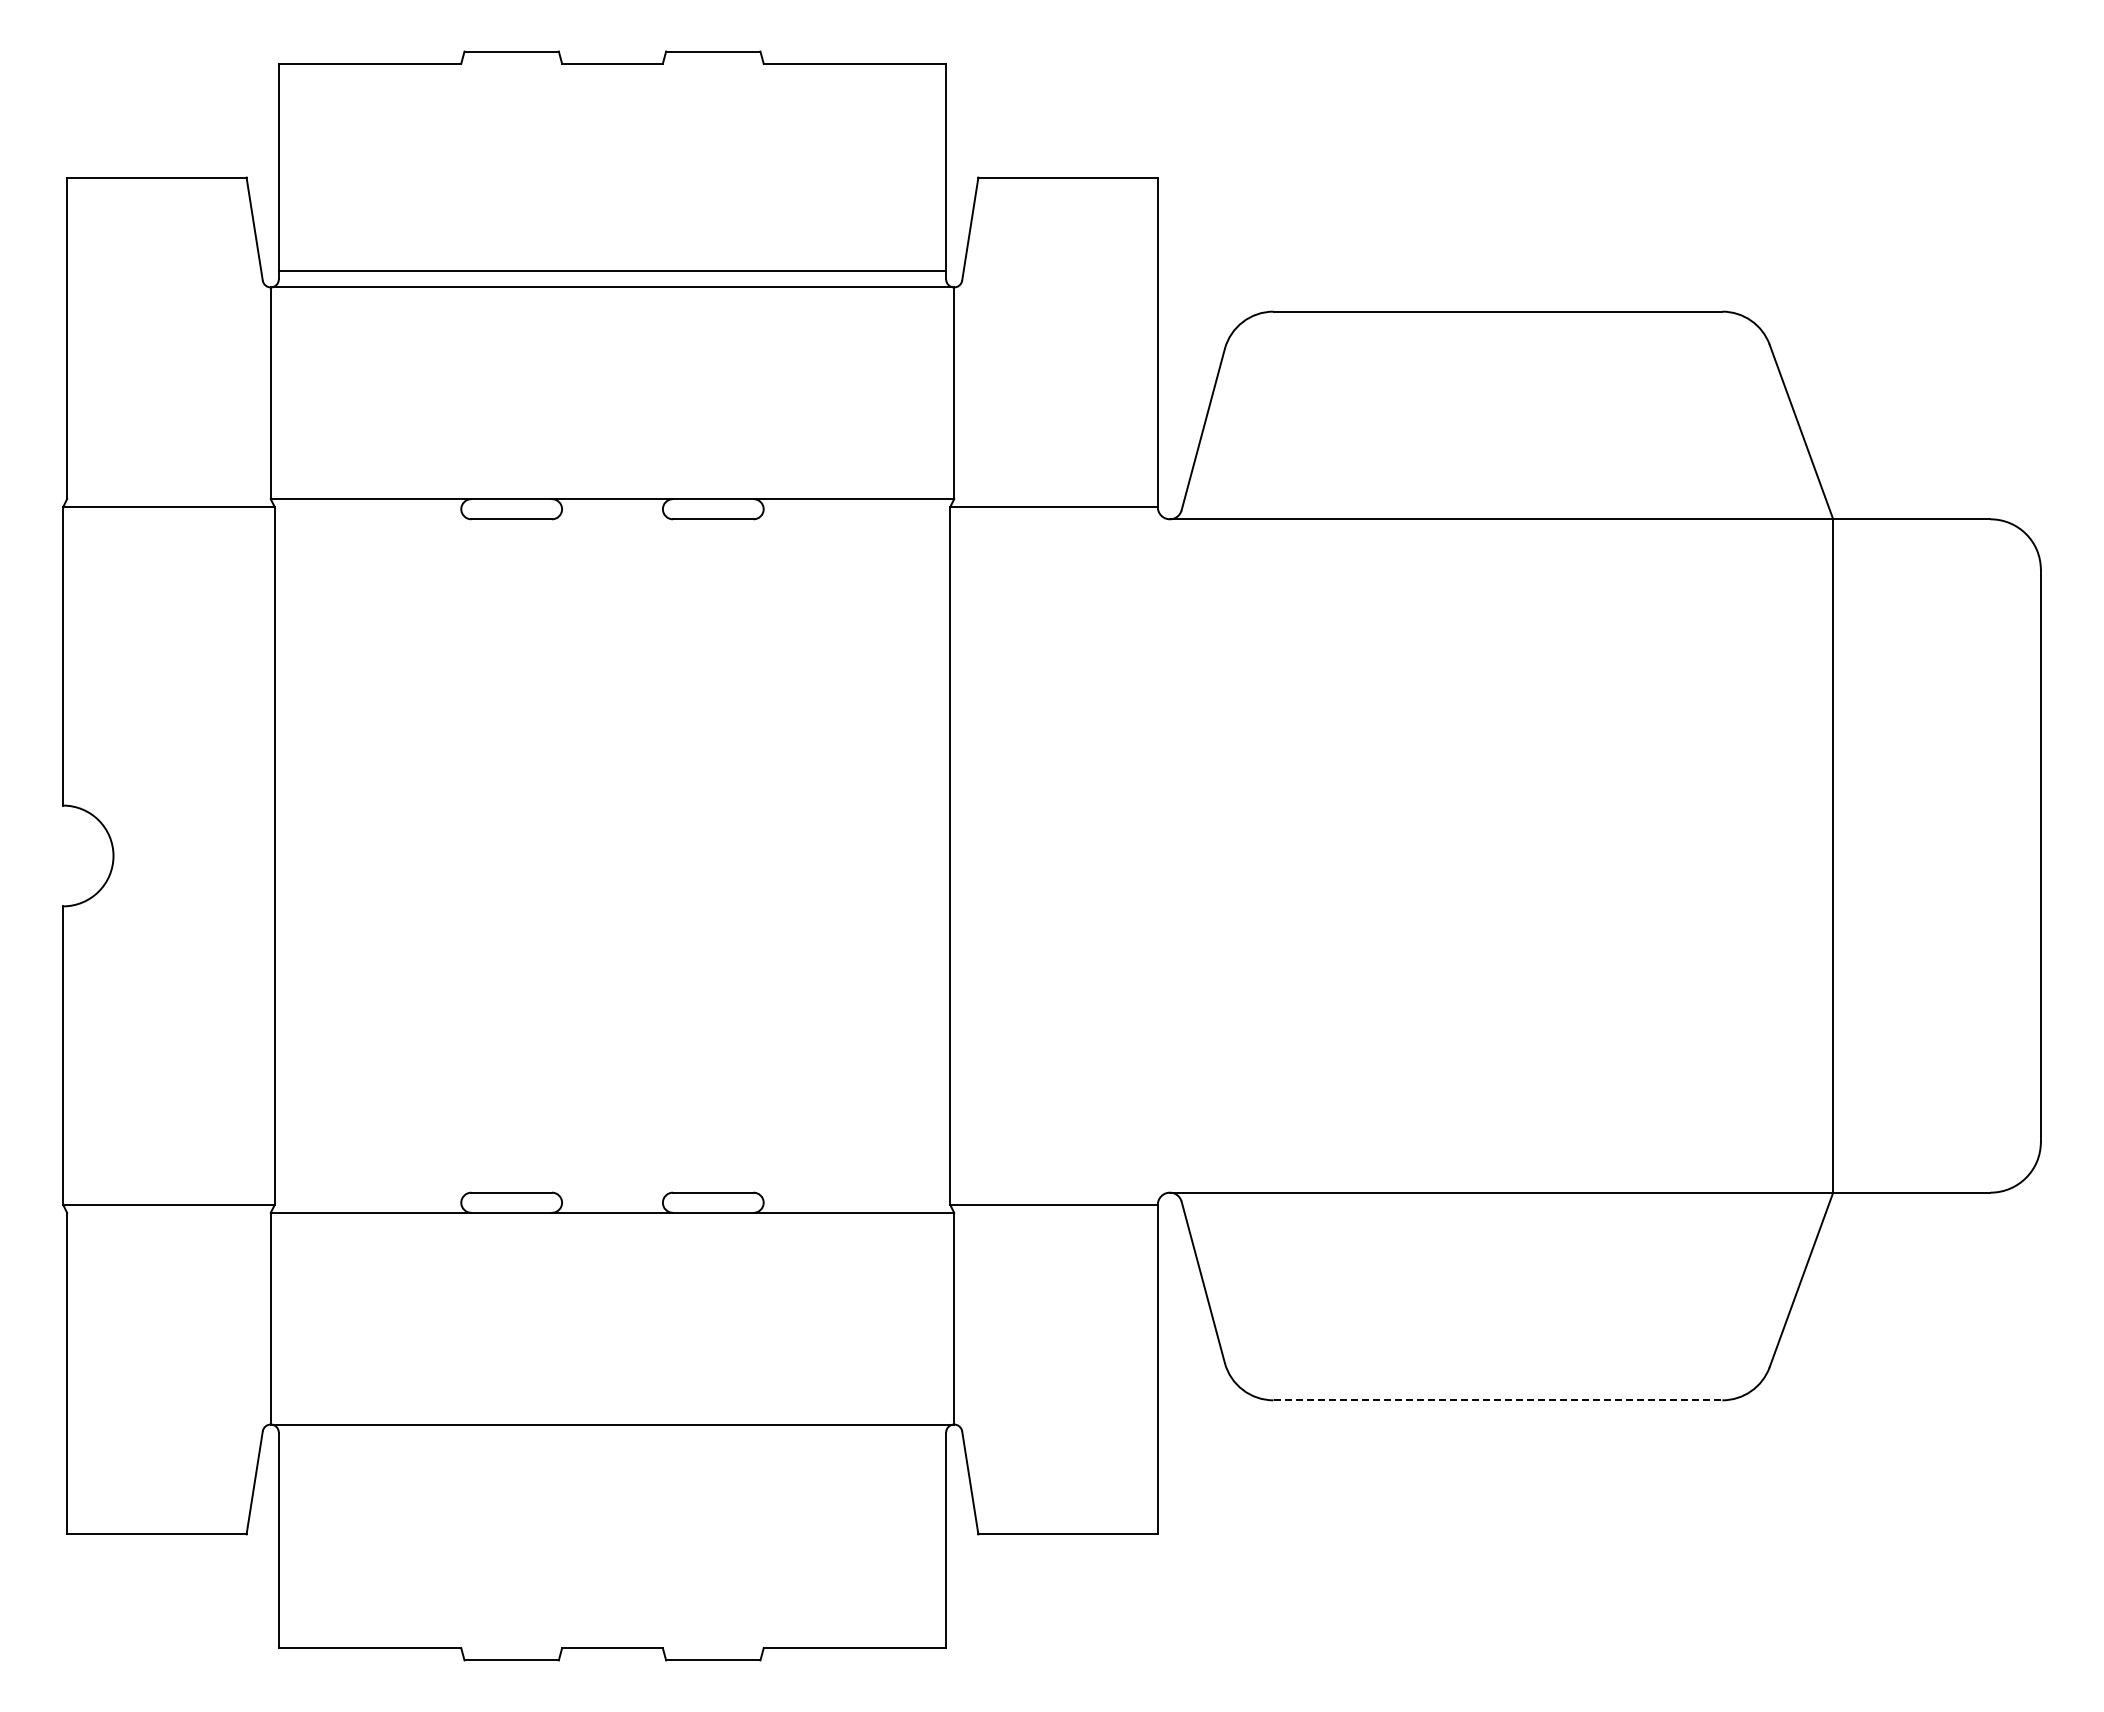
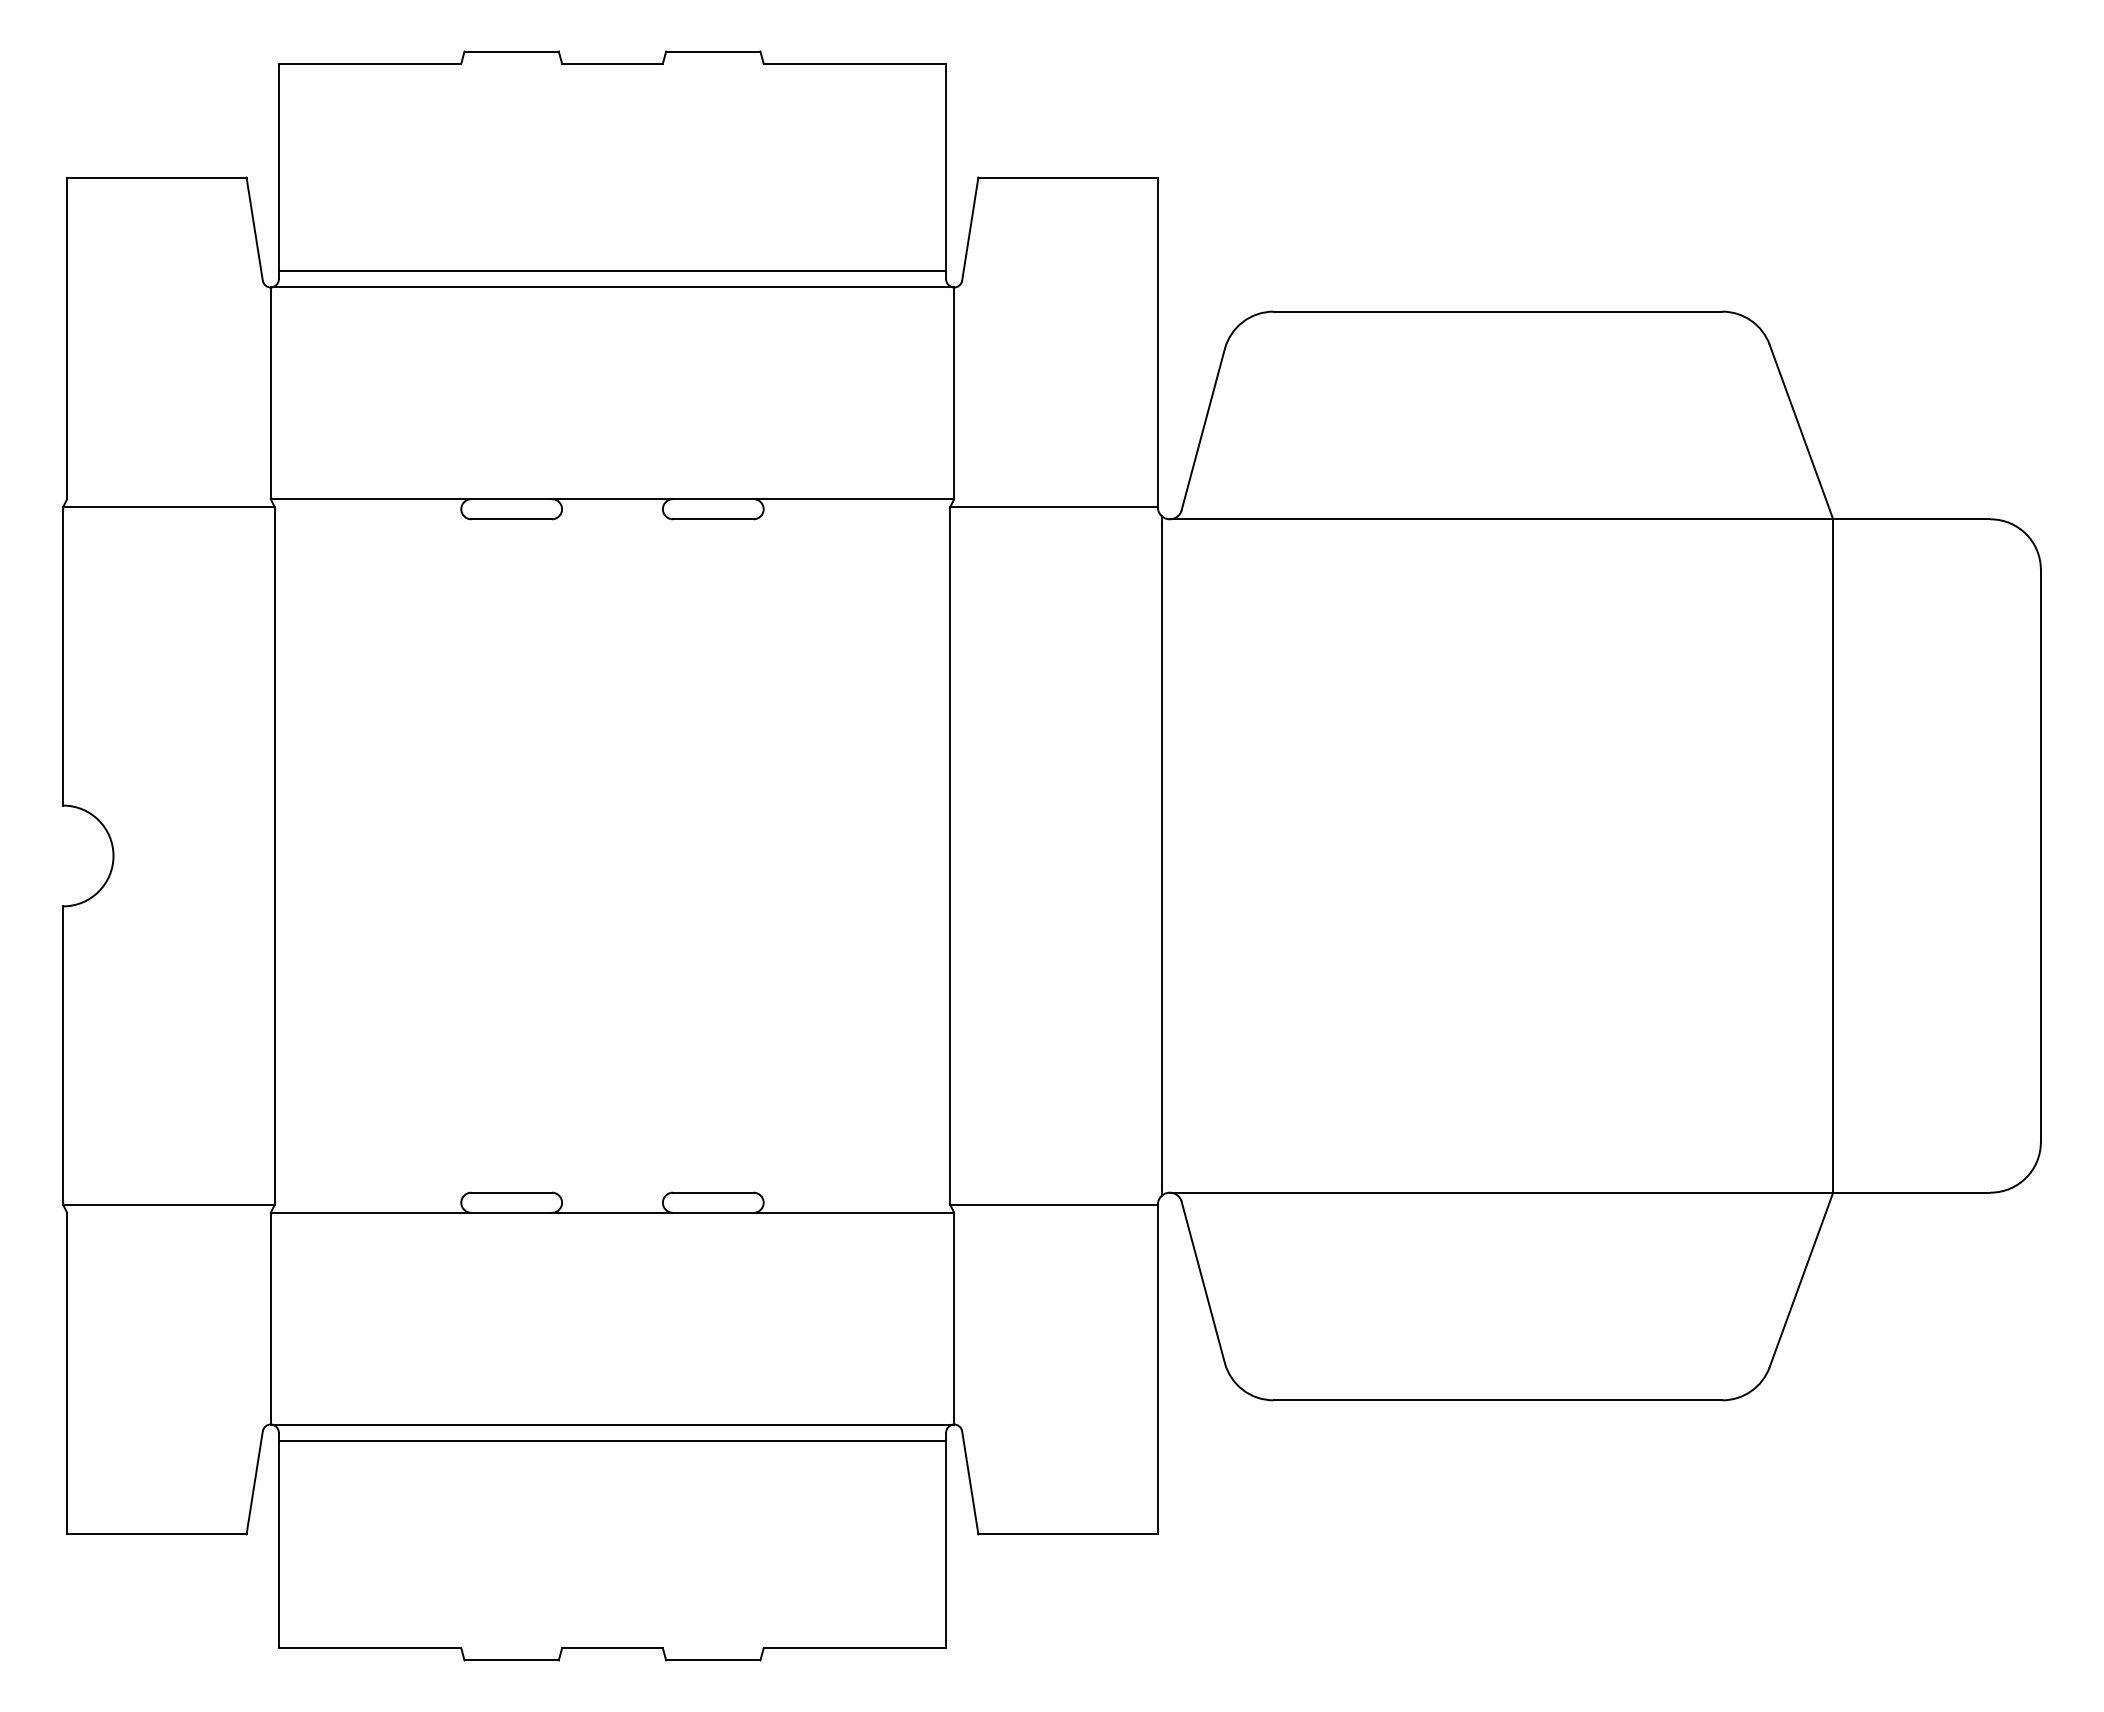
line at (1161, 855): none -> present
line at (1498, 1400): dashed -> solid
line at (612, 1440): none -> present
